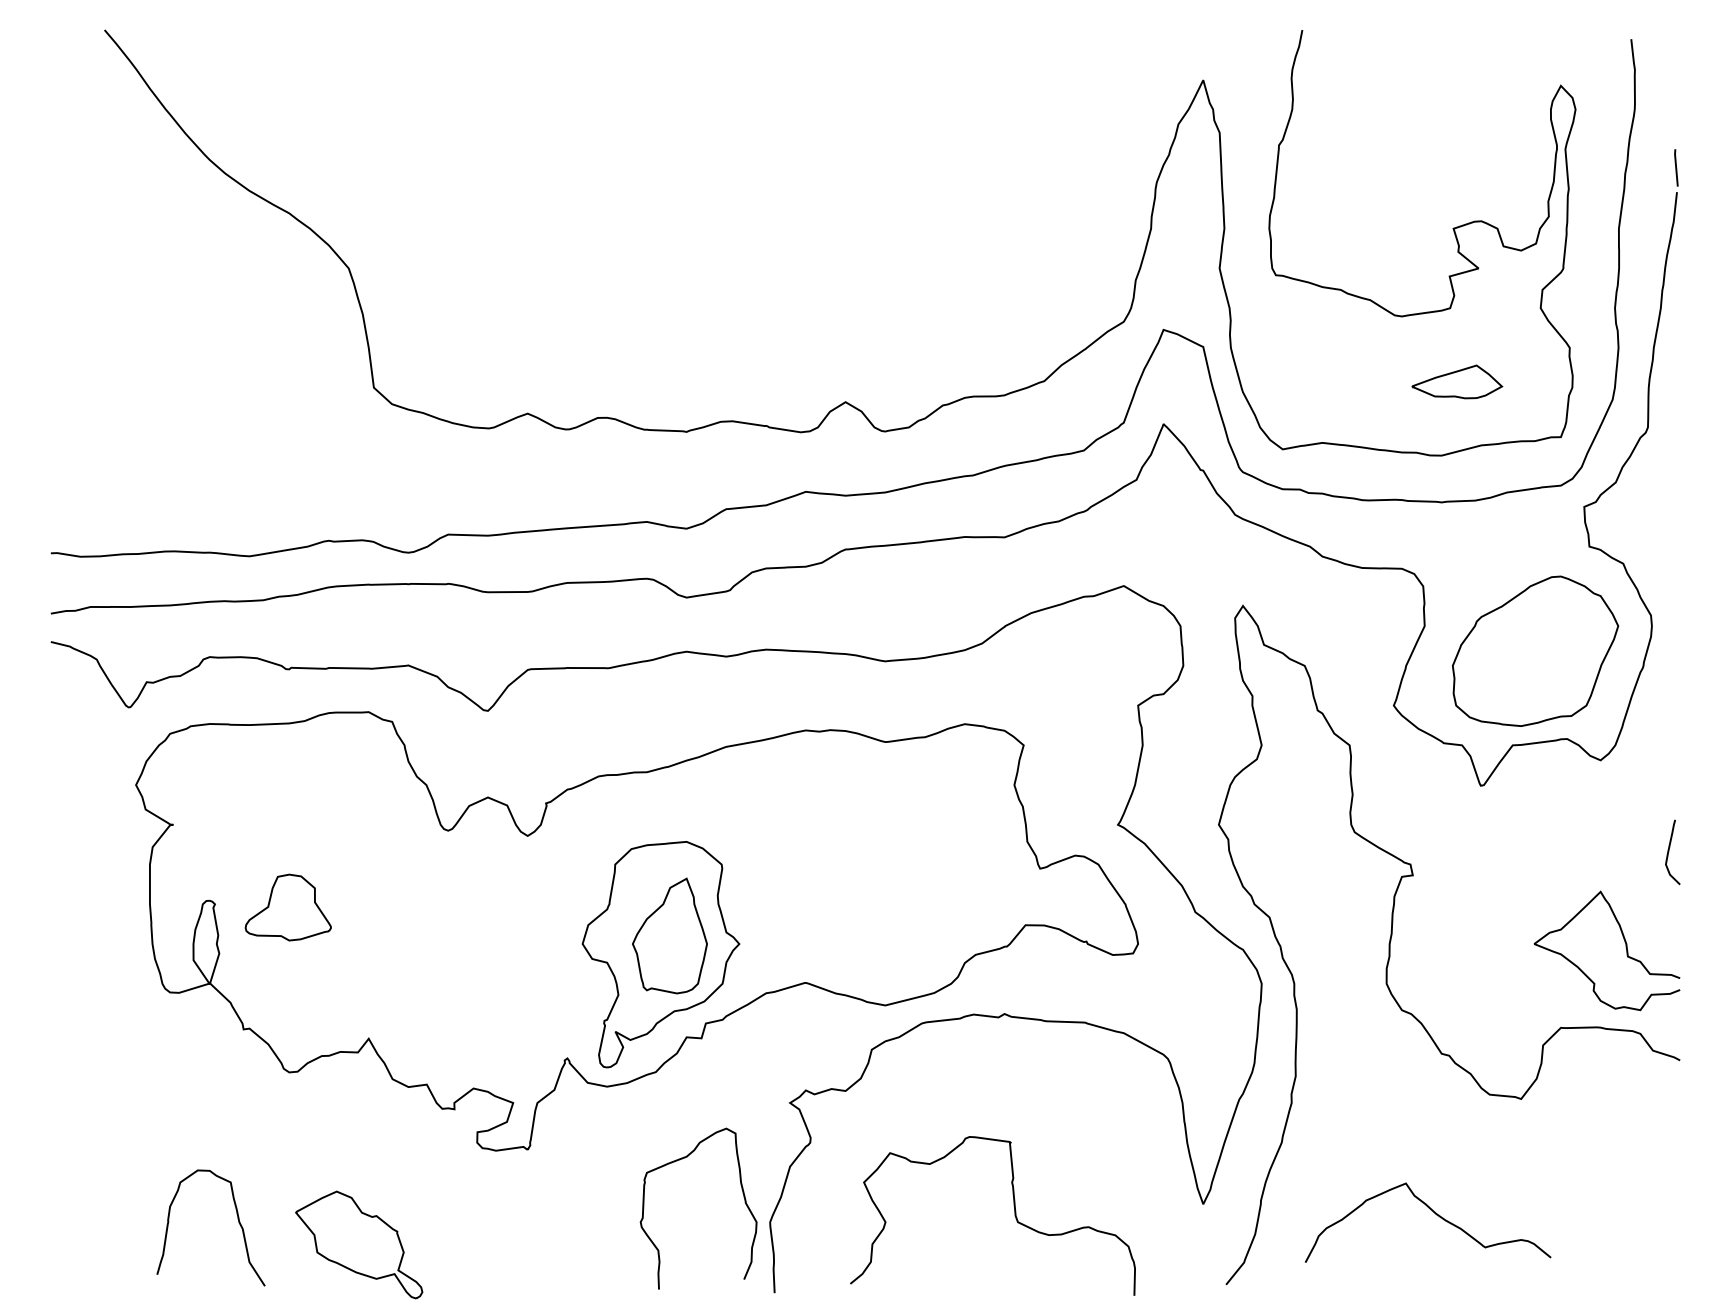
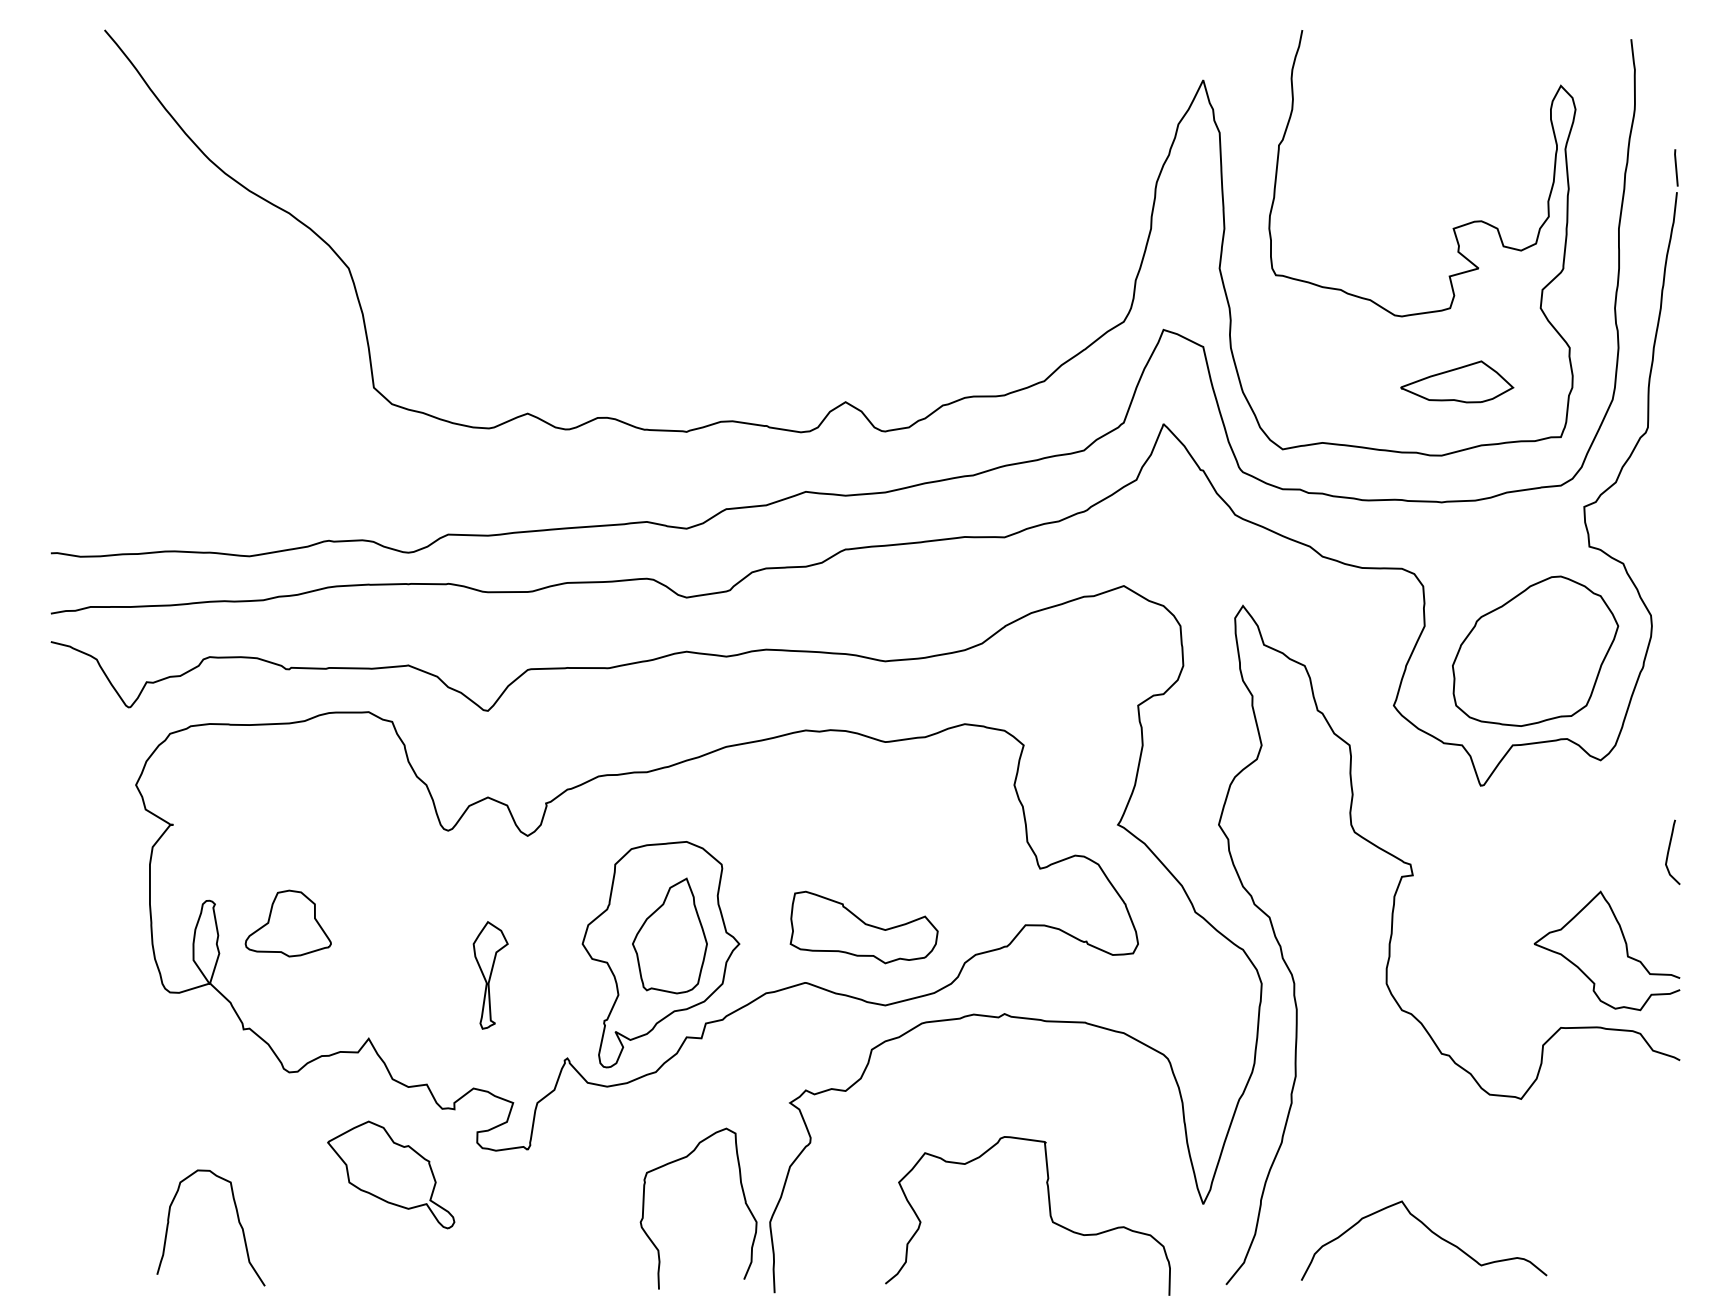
part at (1457, 381) size: 93x36 px -> 115x44 px
part at (287, 907) position: (287, 907) -> (287, 923)
part at (863, 927): none -> present
part at (490, 975): none -> present
curve at (1435, 1214) position: (1435, 1214) -> (1431, 1232)
curve at (1014, 1215) position: (1014, 1215) -> (1049, 1215)
part at (359, 1244) position: (359, 1244) -> (391, 1174)
